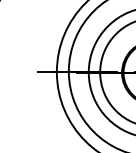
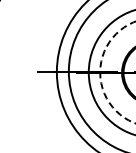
circle at (117, 72): solid -> dashed
